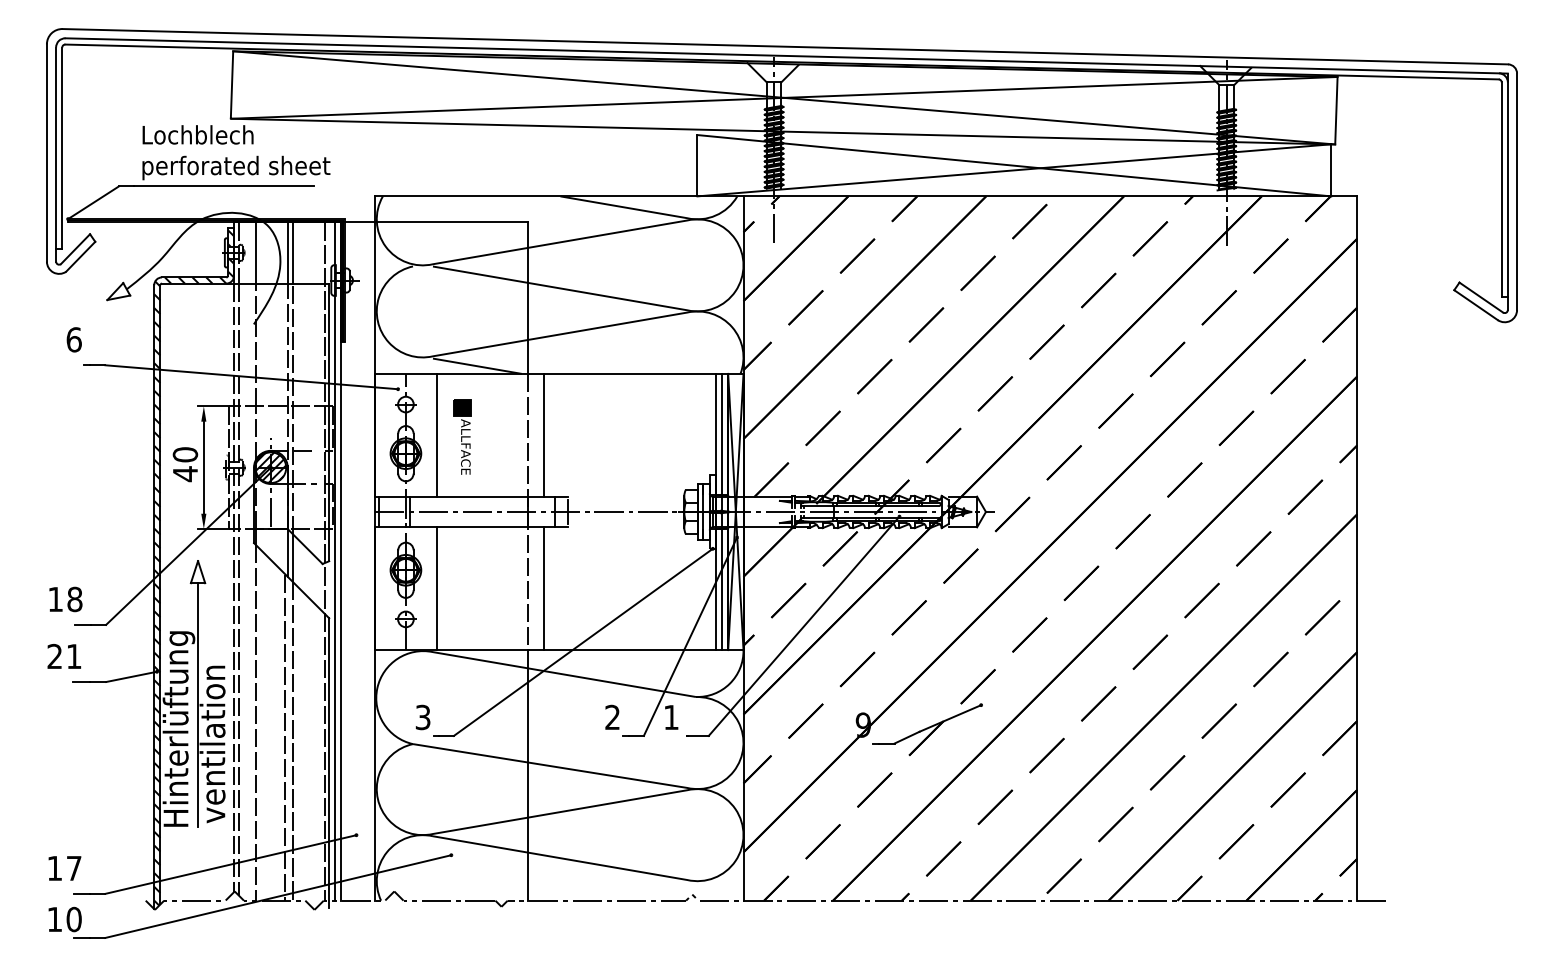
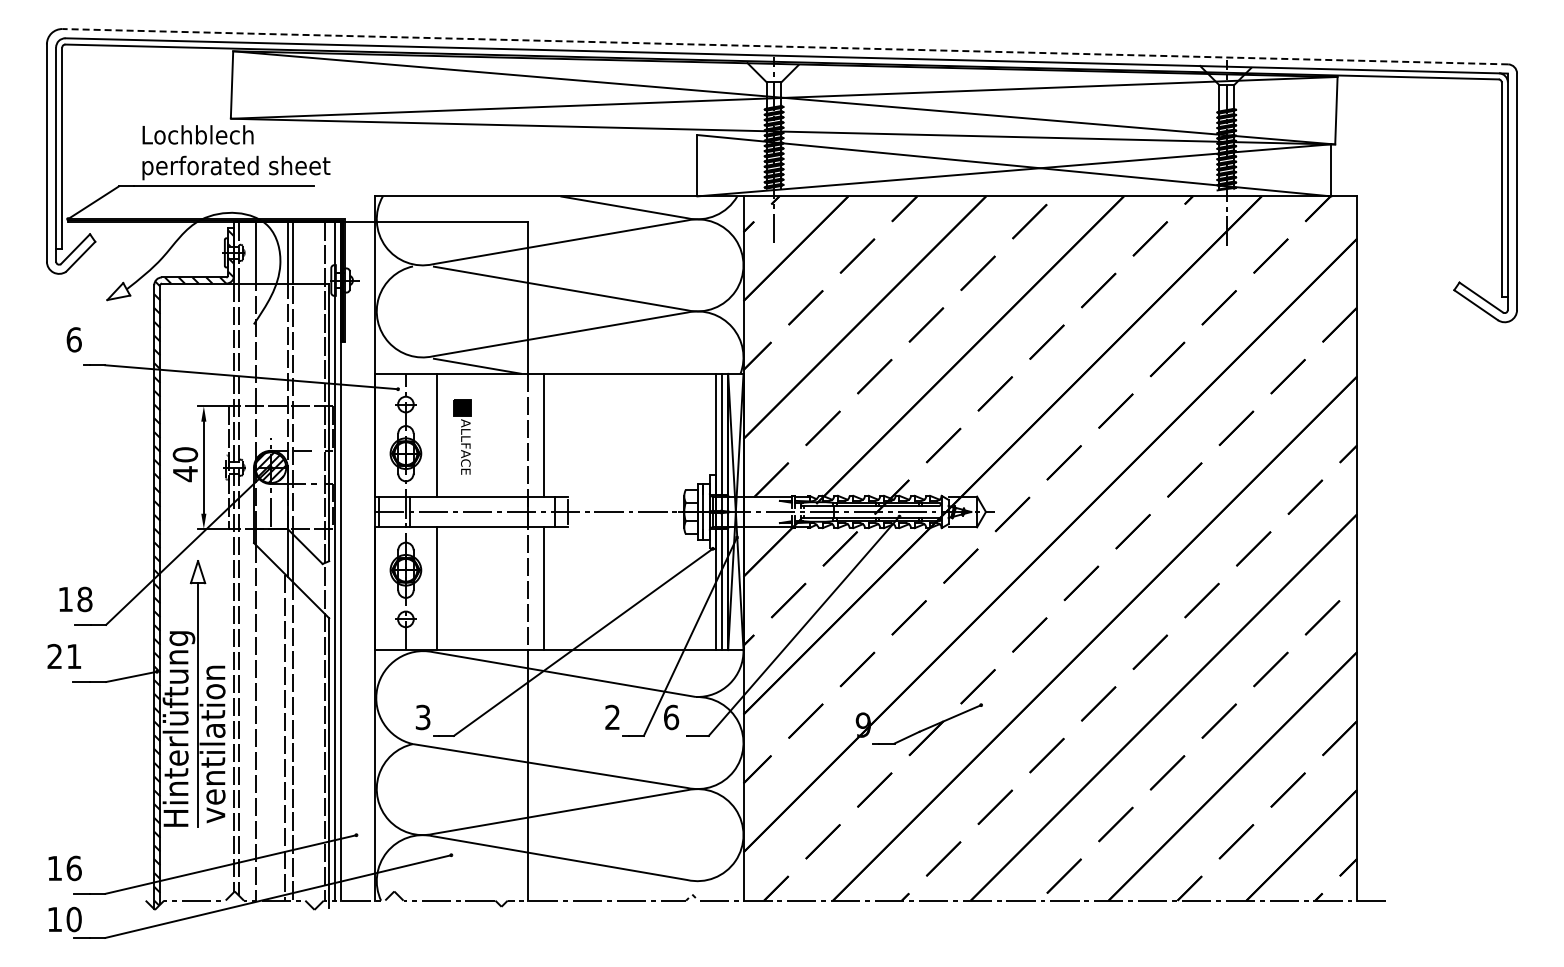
line at (785, 46): solid -> dashed
text at (65, 599) position: (65, 599) -> (75, 599)
text at (671, 717): 1 -> 6
text at (73, 868): 17 -> 16
